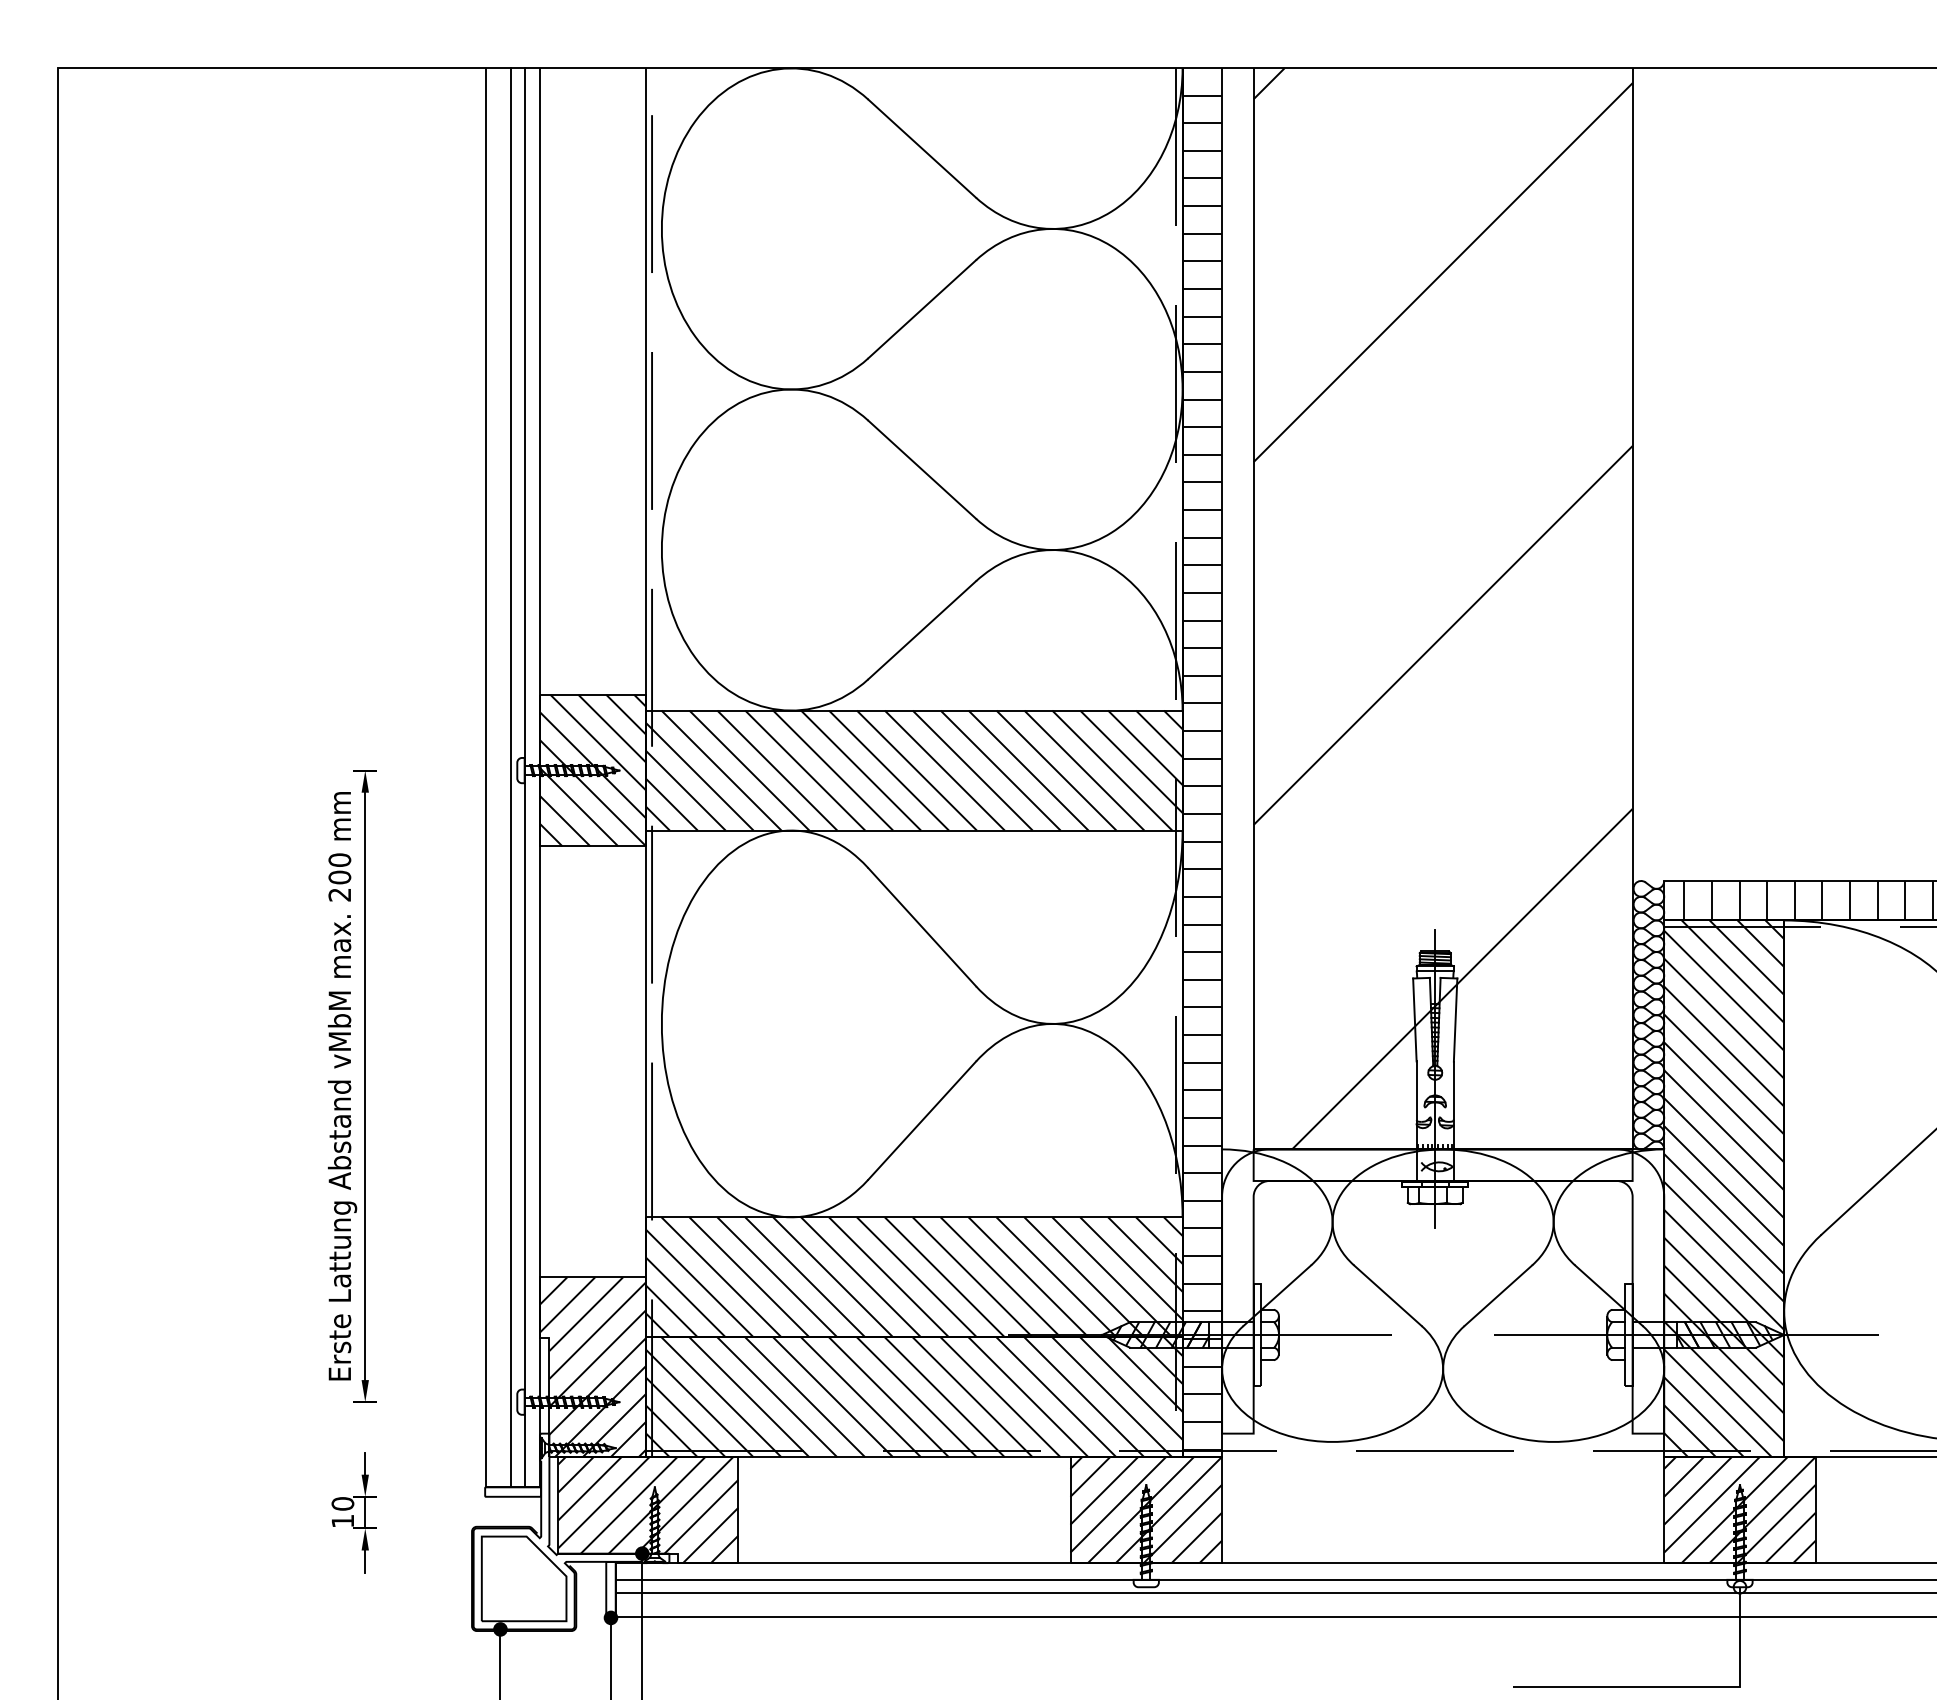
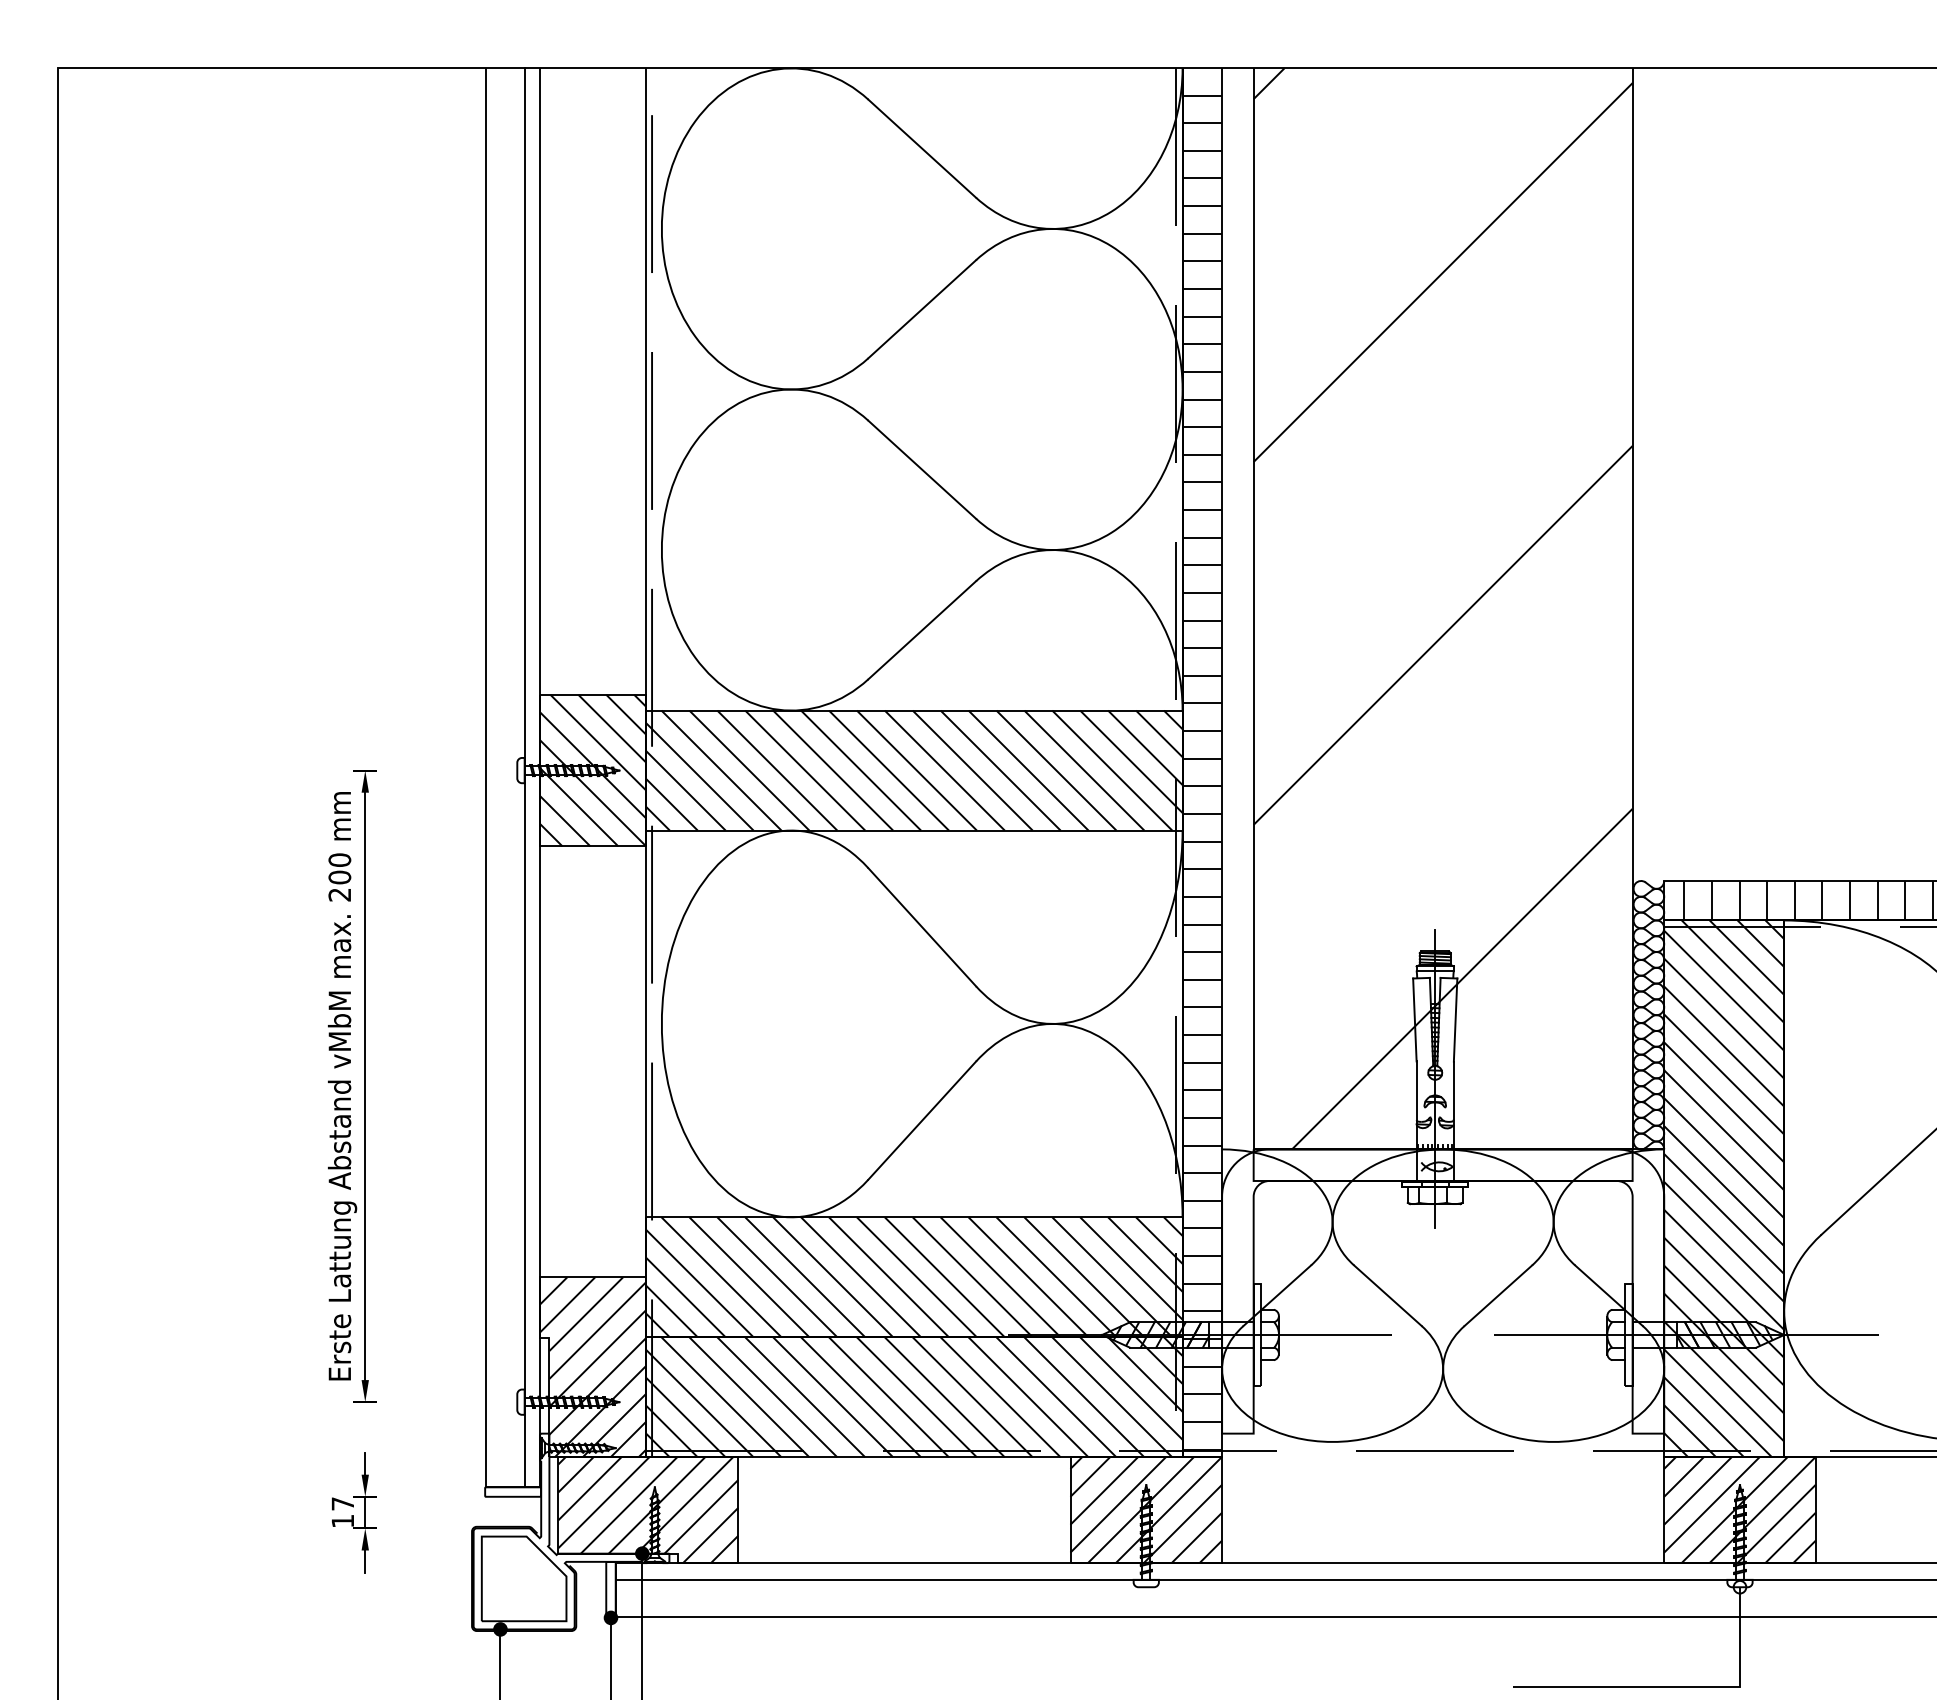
line at (510, 777): present -> none
text at (342, 1503): 10 -> 17
line at (1274, 1592): present -> none
